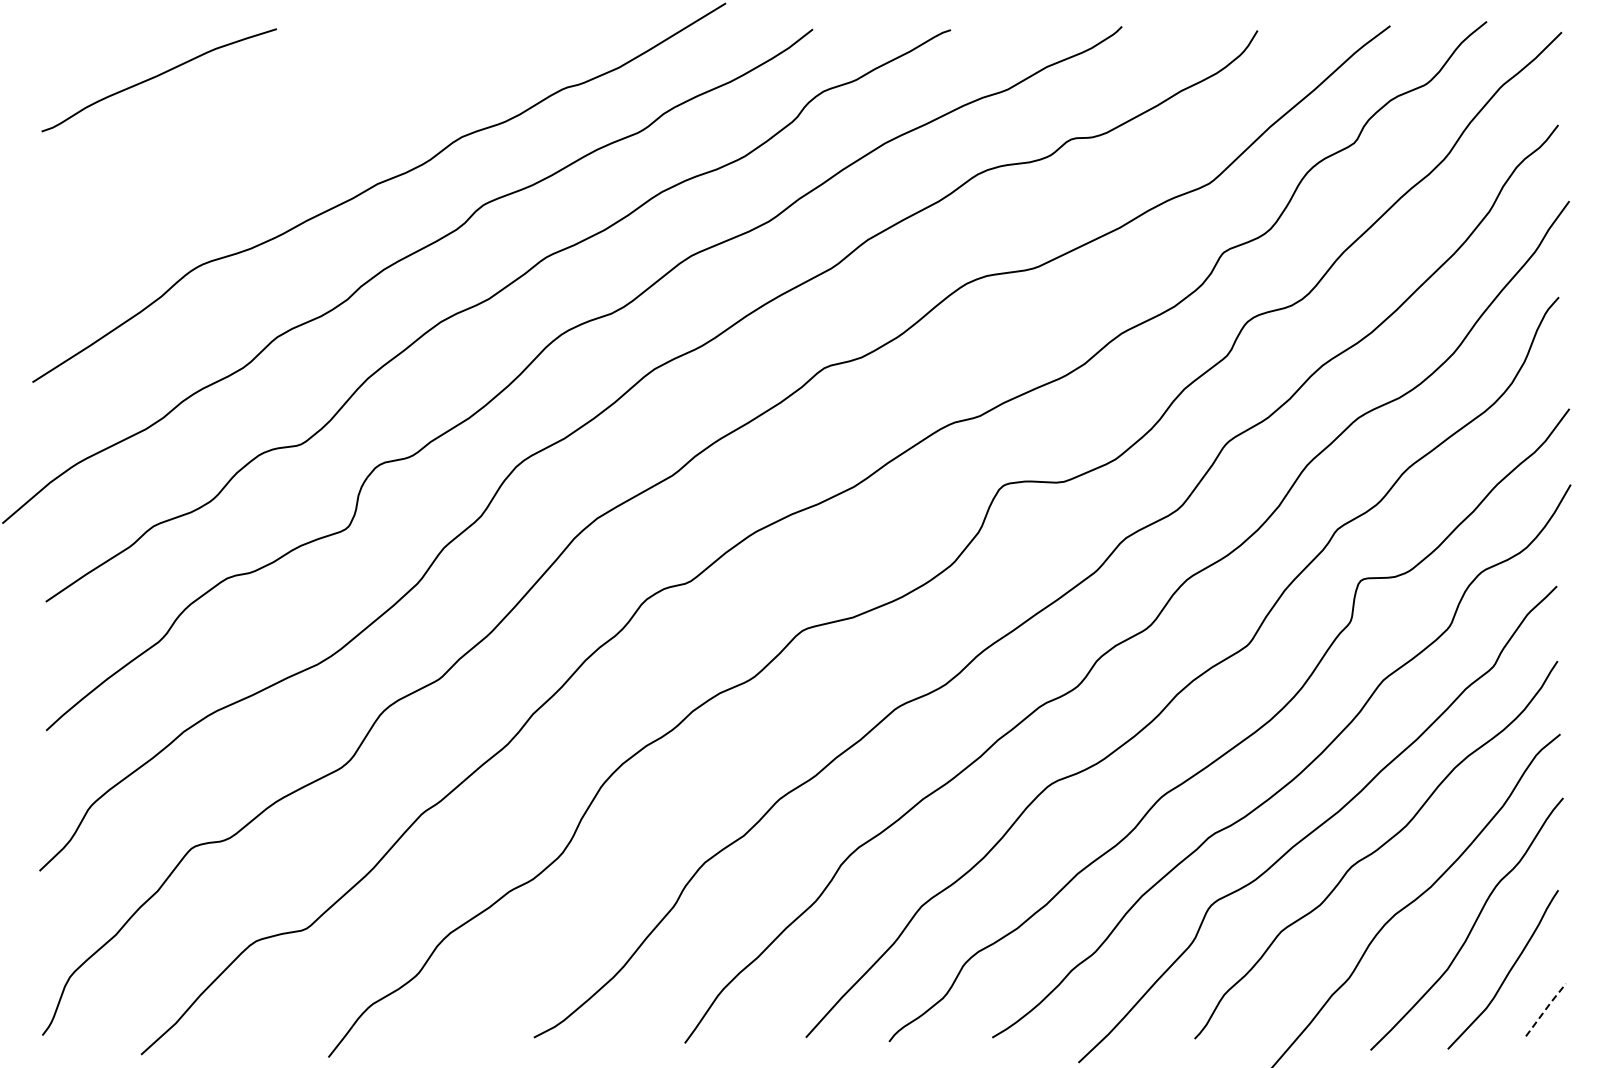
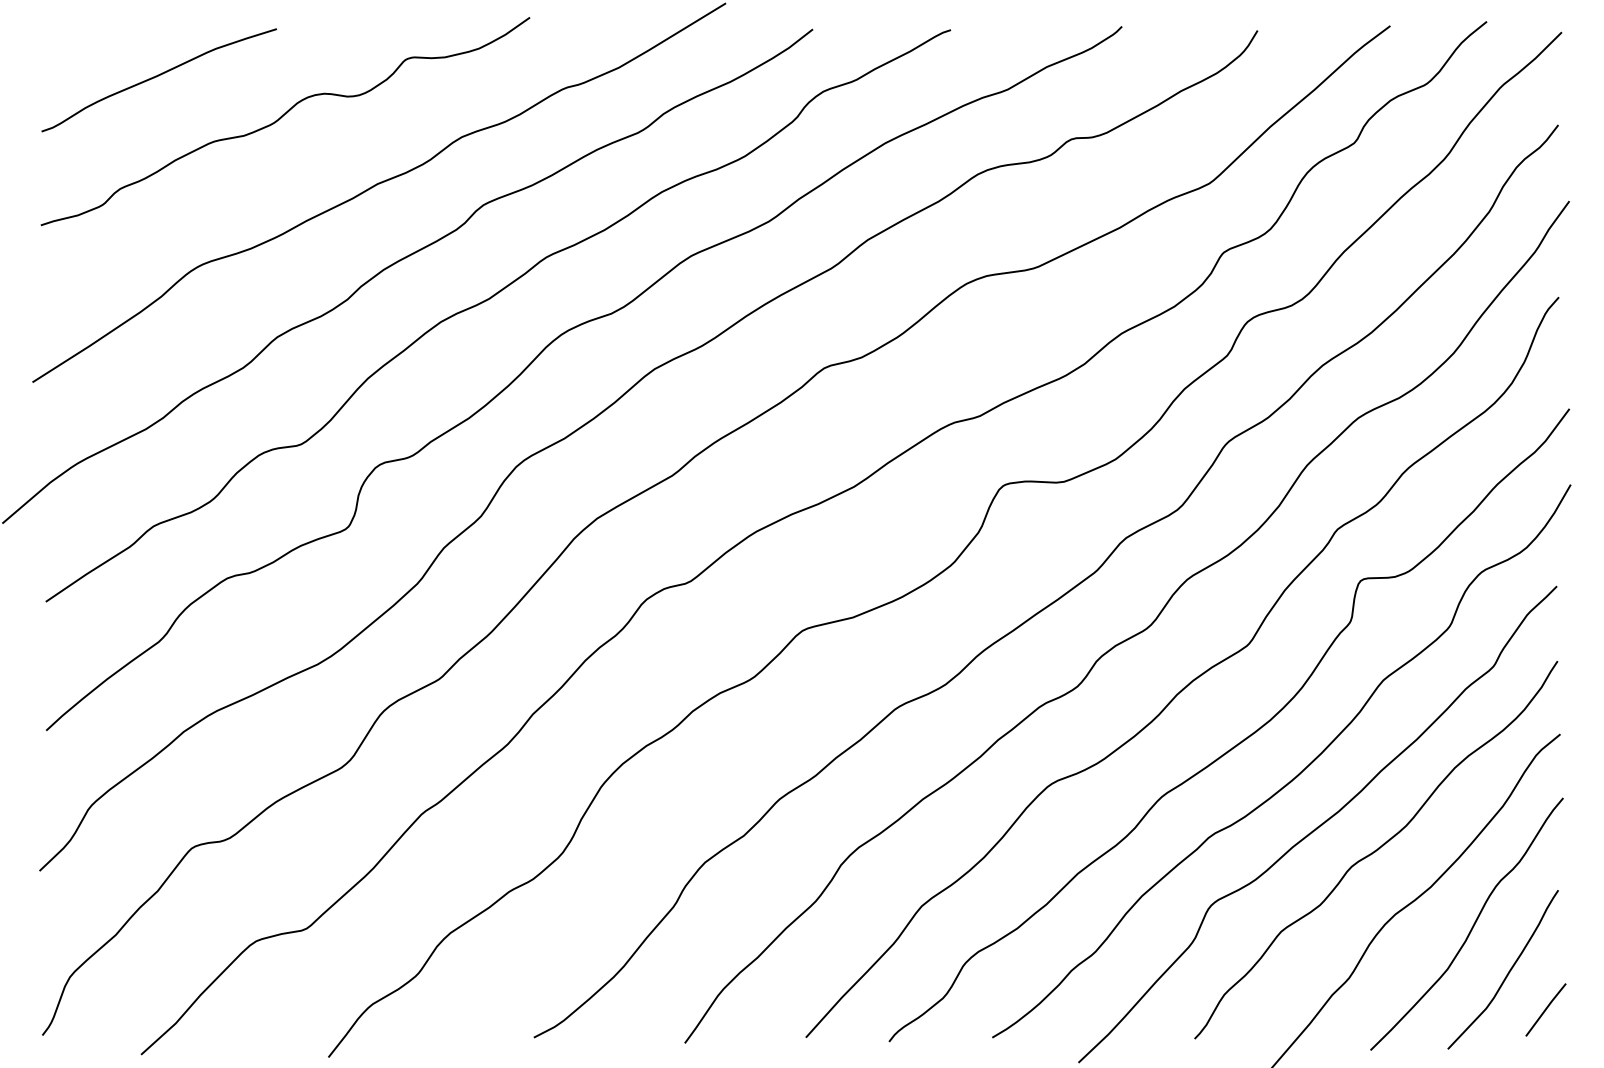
curve at (282, 117): none -> present
line at (1546, 1008): dashed -> solid
